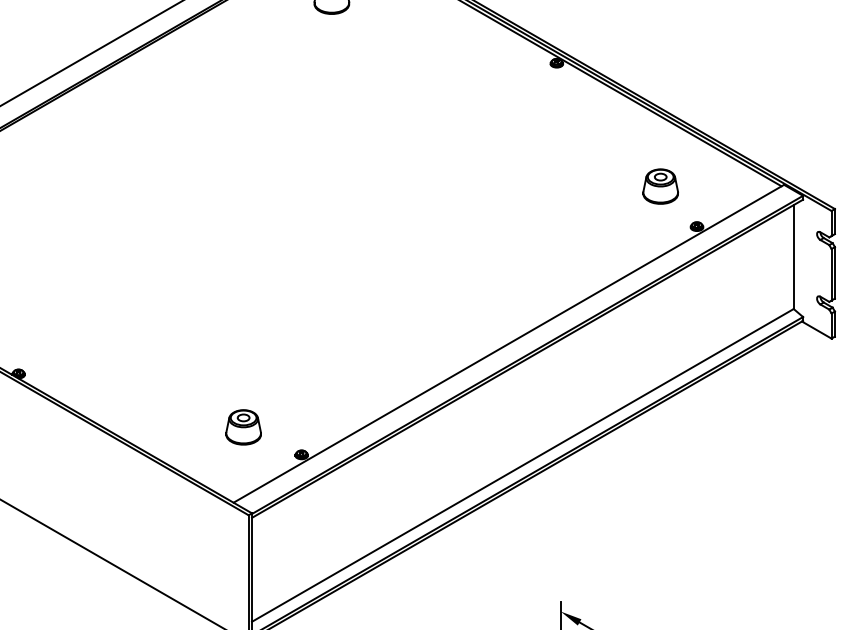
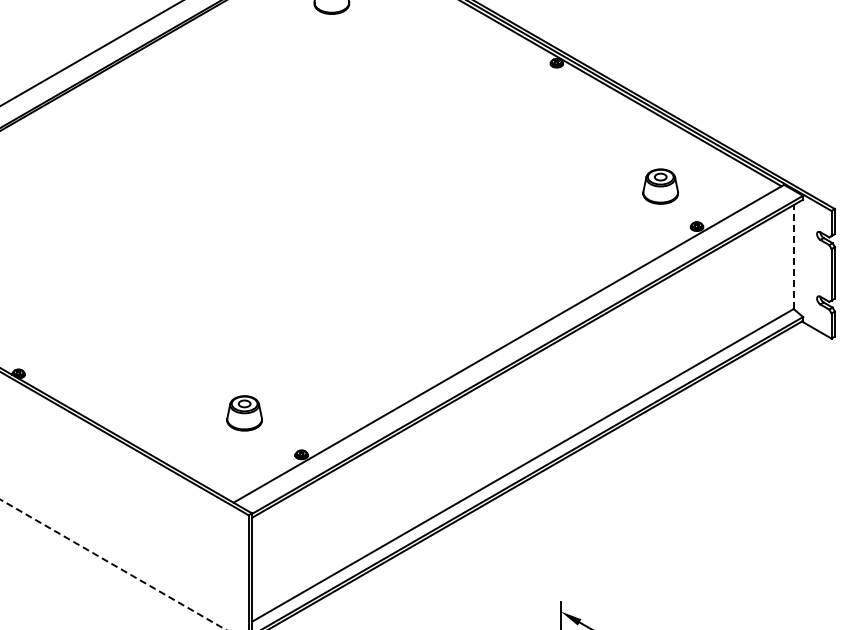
line at (793, 257): solid -> dashed
part at (243, 427) position: (243, 427) -> (244, 413)
line at (113, 565): solid -> dashed
